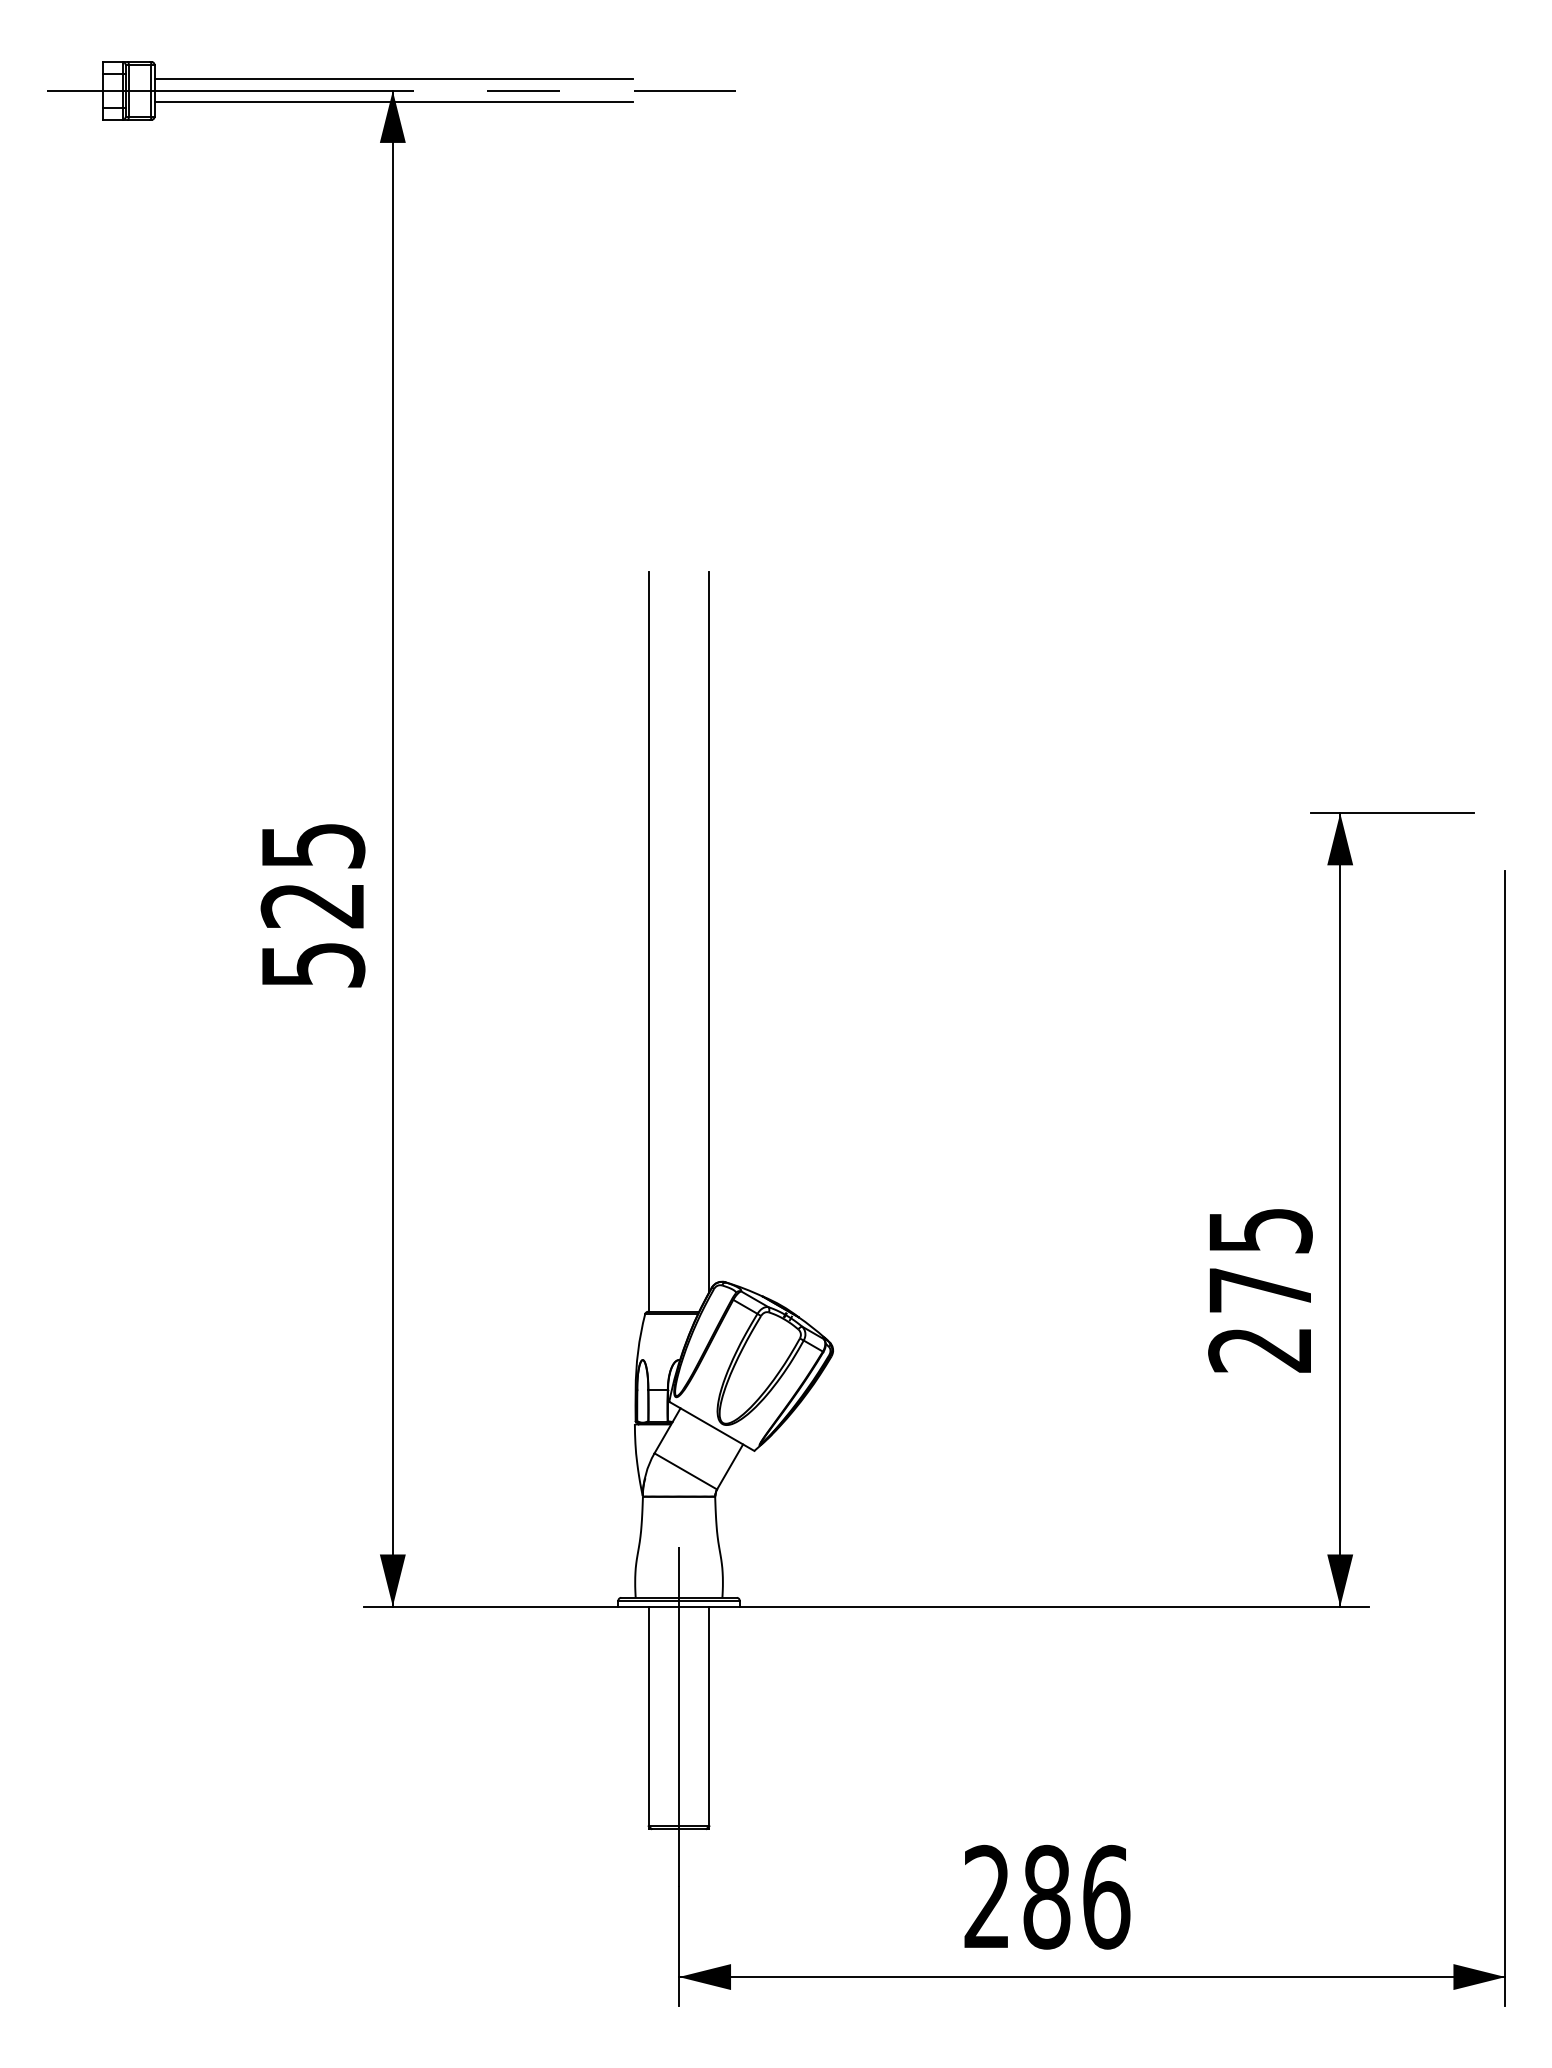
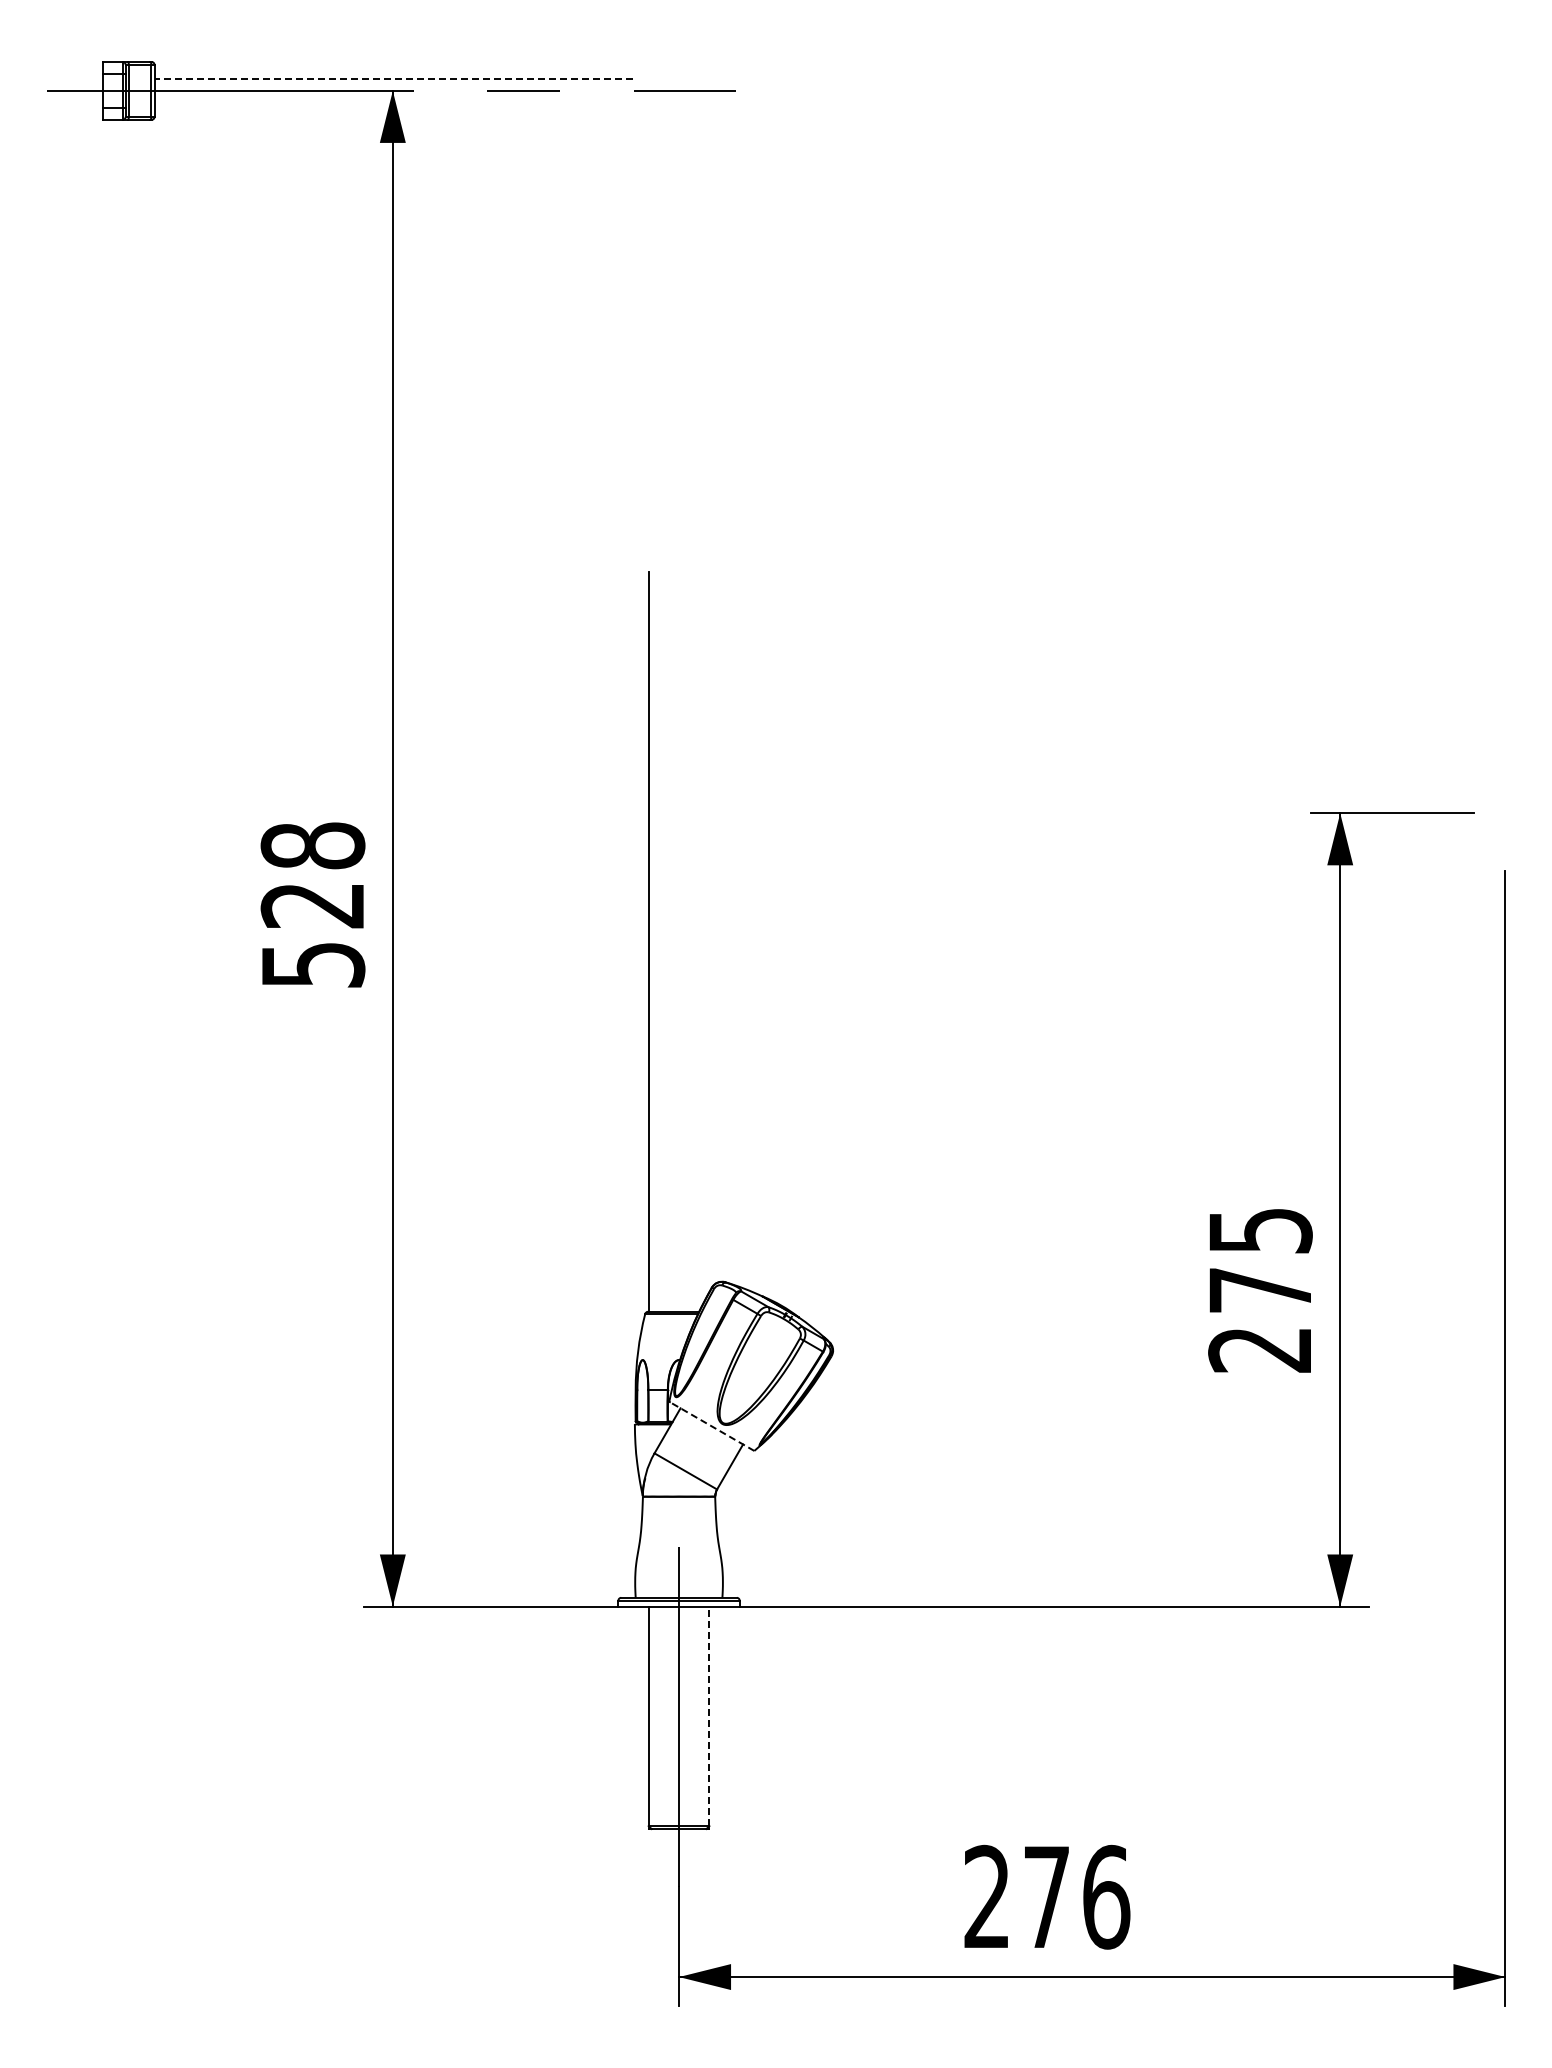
line at (393, 79): solid -> dashed
line at (393, 102): present -> none
text at (312, 845): 525 -> 528
line at (708, 932): present -> none
line at (712, 1426): solid -> dashed
line at (709, 1716): solid -> dashed
text at (1046, 1896): 286 -> 276
